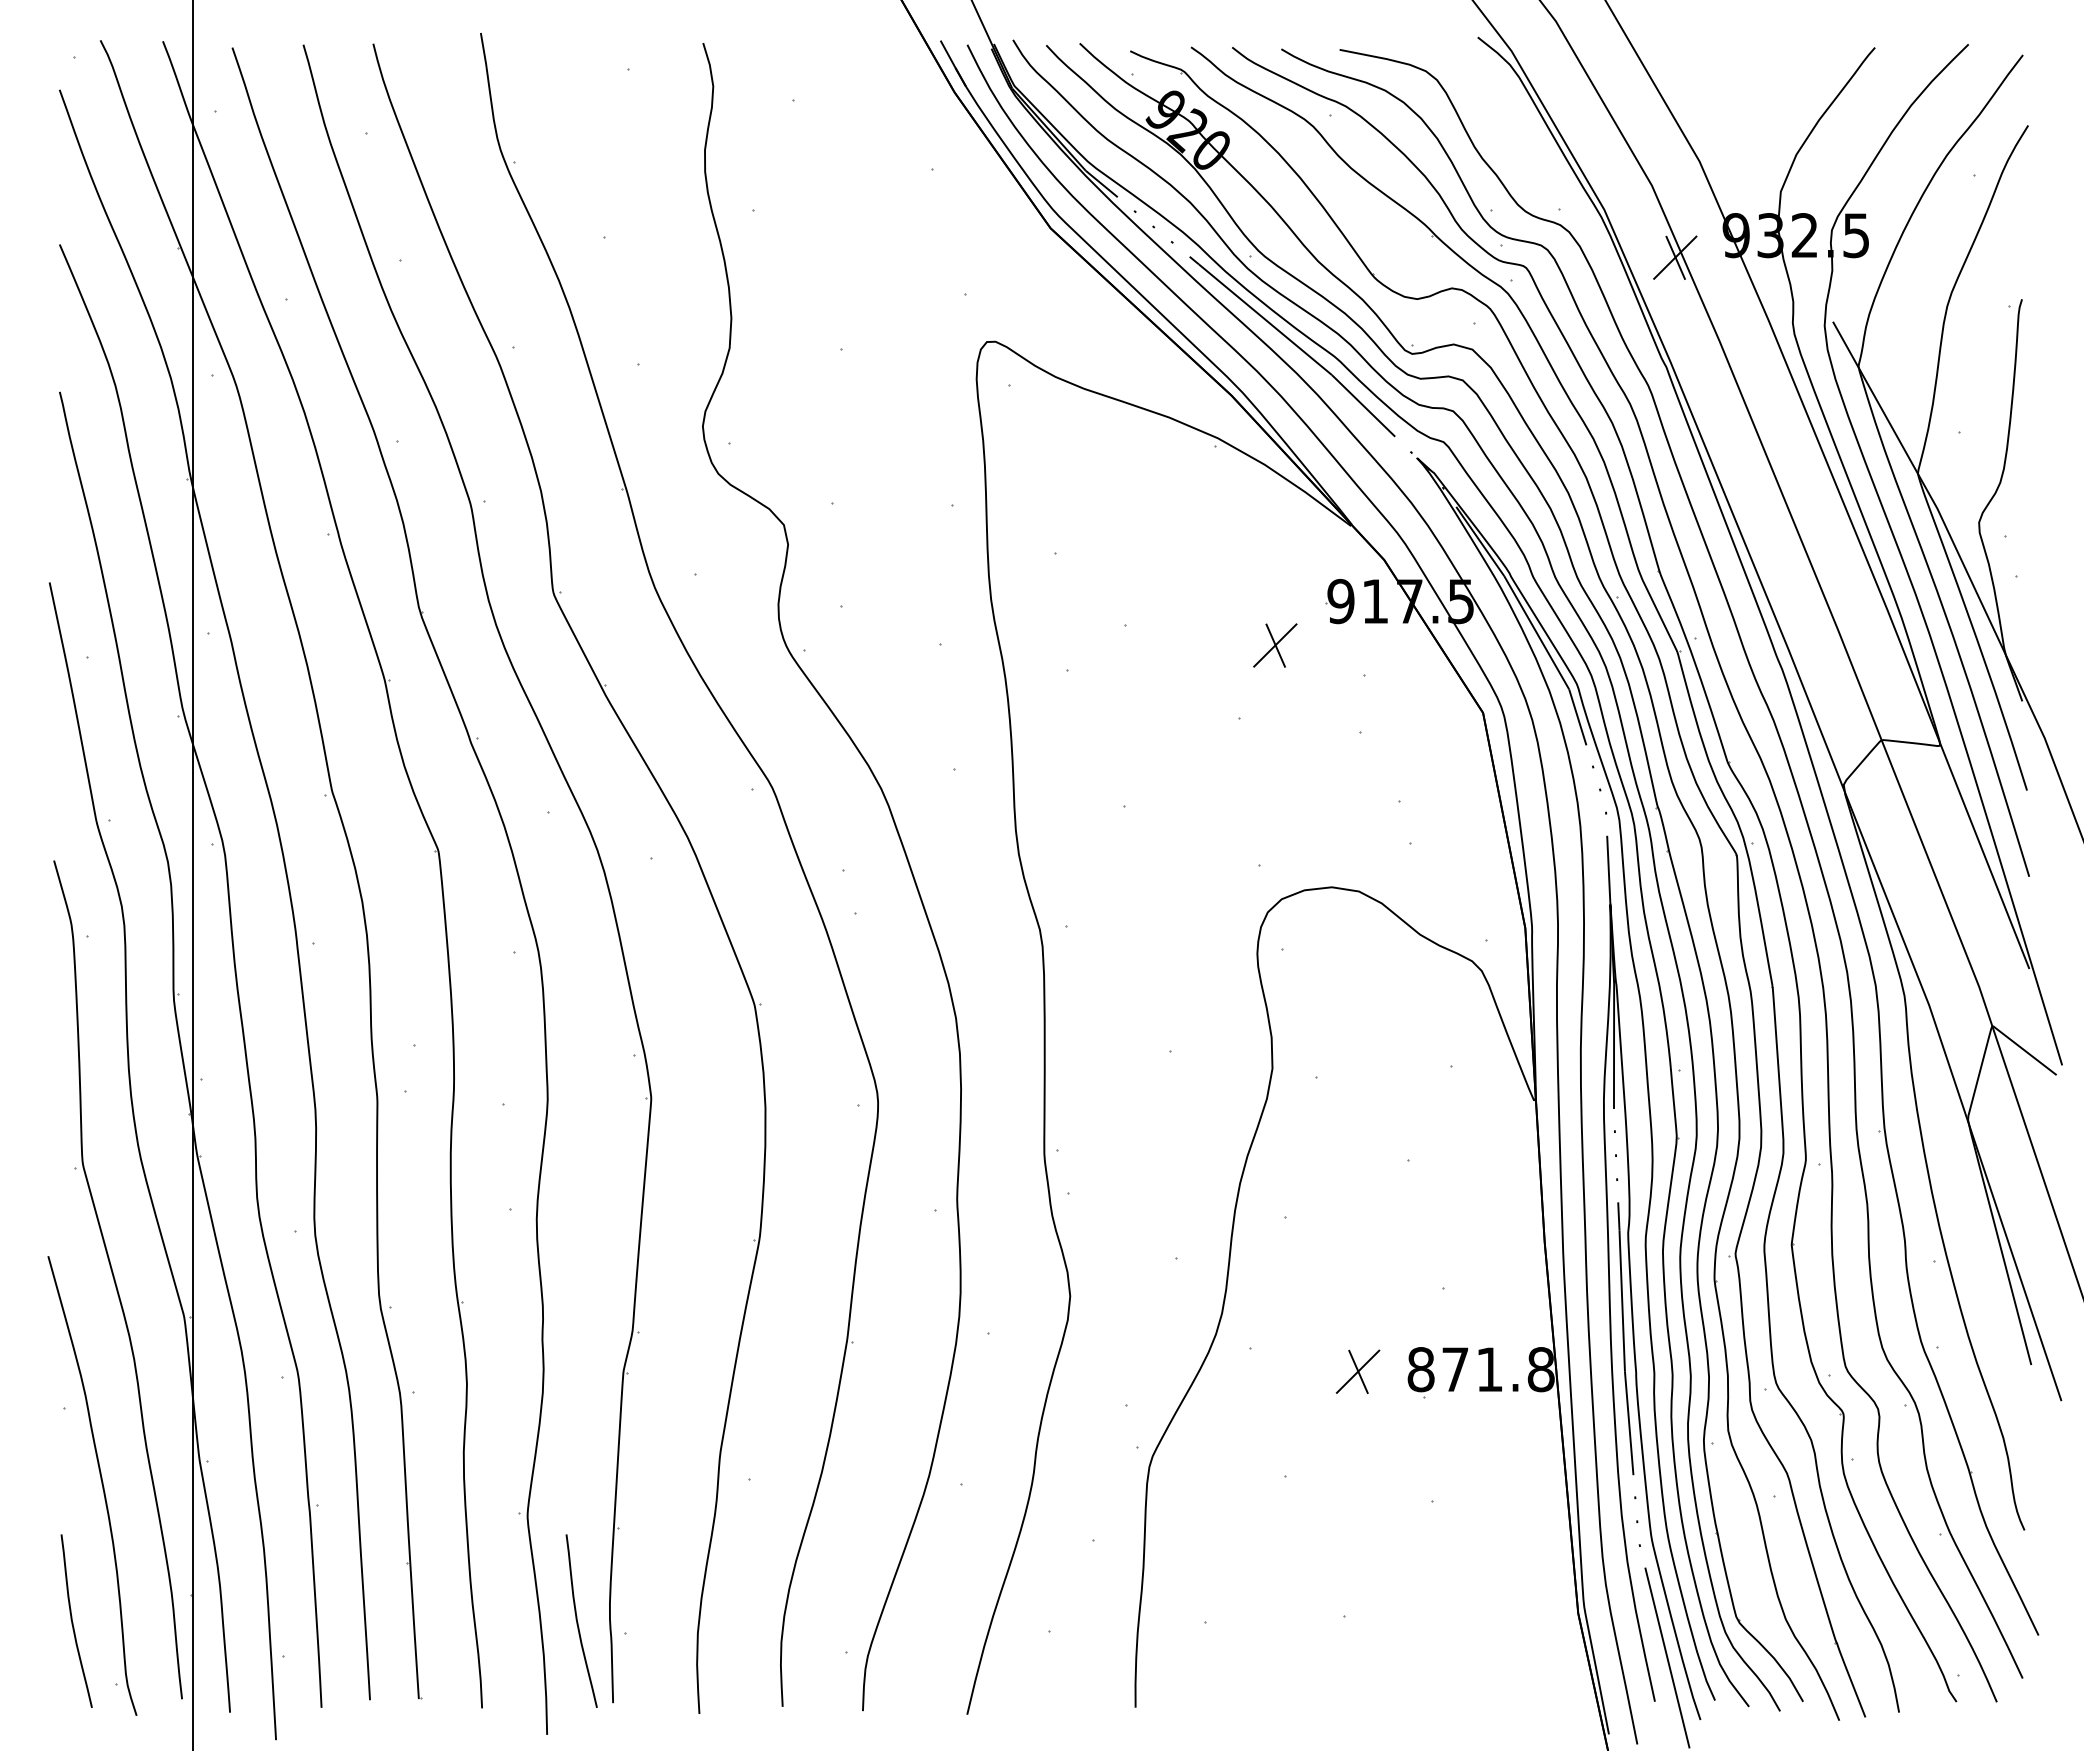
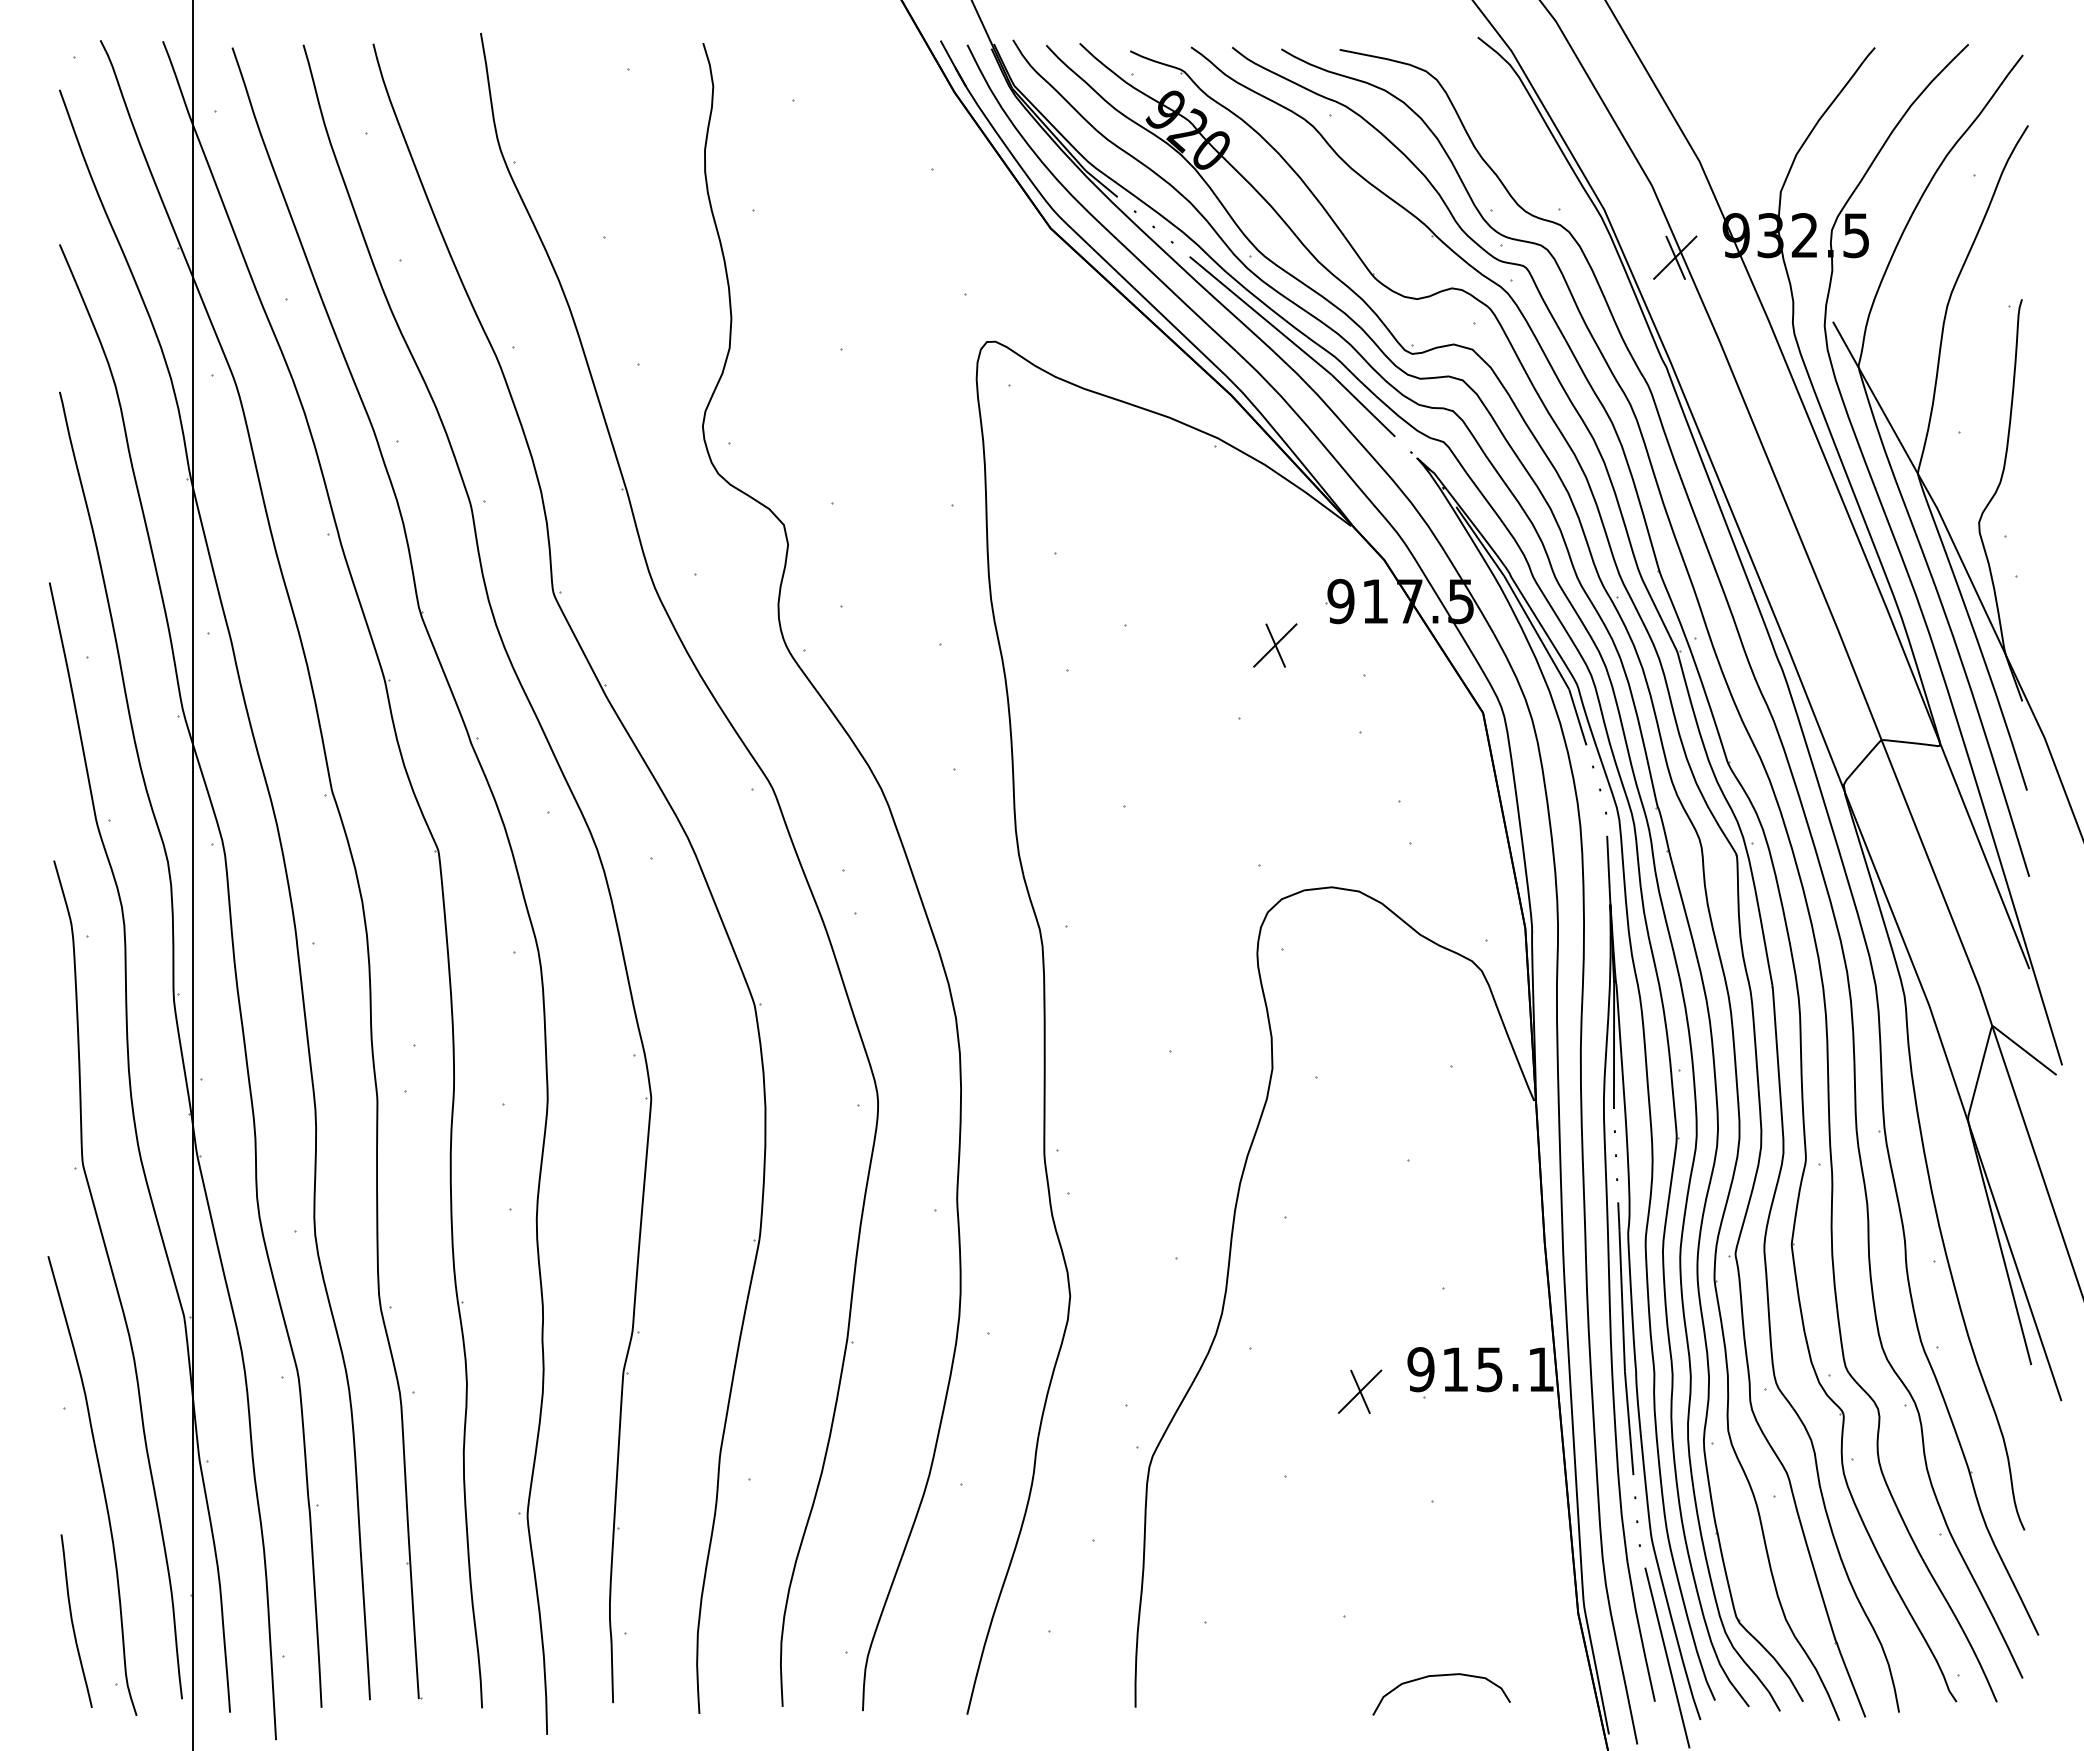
text at (1480, 1369): 871.8 -> 915.1
part at (1357, 1371) position: (1357, 1371) -> (1359, 1391)
curve at (578, 1622): present -> none
curve at (1441, 1676): none -> present
